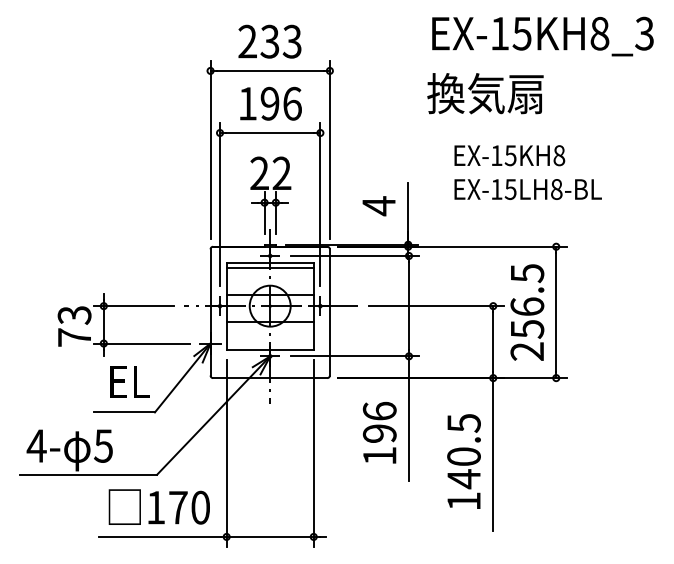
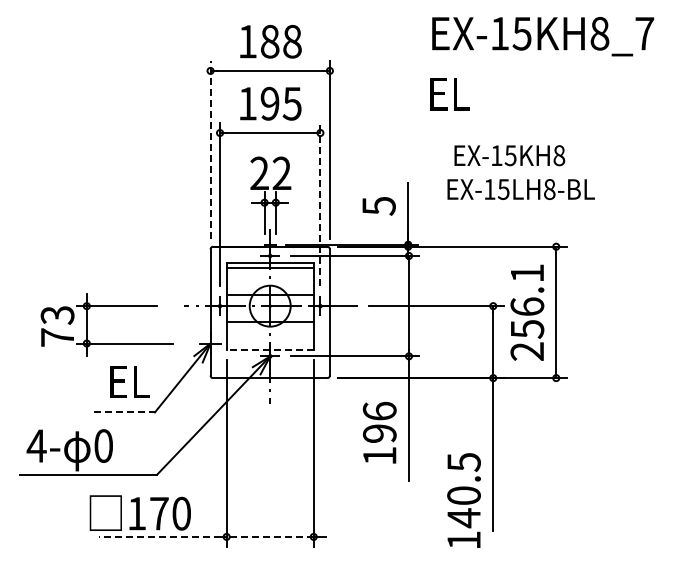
text at (644, 33): EX-15KH8_3 -> EX-15KH8_7
text at (269, 41): 233 -> 188
text at (485, 93): 換気扇 -> EL
text at (291, 103): 196 -> 195
line at (210, 149): solid -> dashed
text at (527, 189) position: (527, 189) -> (520, 189)
line at (320, 203): solid -> dashed
text at (378, 206): 4 -> 5
text at (527, 273): 256.5 -> 256.1
part at (123, 306) position: (123, 306) -> (106, 306)
line at (270, 349): solid -> dashed
line at (124, 412): solid -> dashed
text at (103, 445): 5 -> 0
text at (463, 461) position: (463, 461) -> (463, 500)
text at (158, 506) position: (158, 506) -> (139, 512)
line at (159, 536): solid -> dashed
line at (270, 536): solid -> dashed
